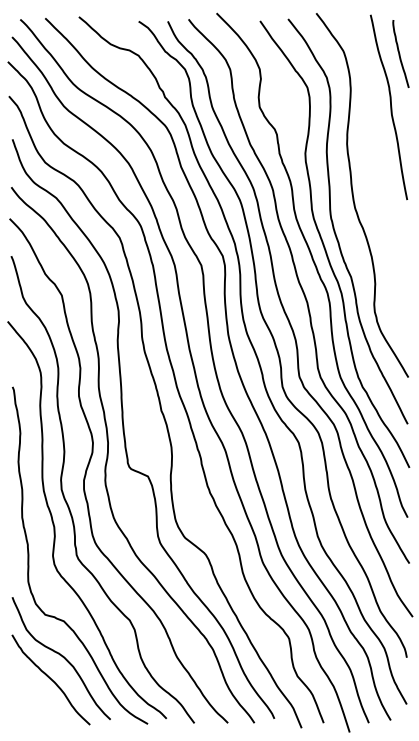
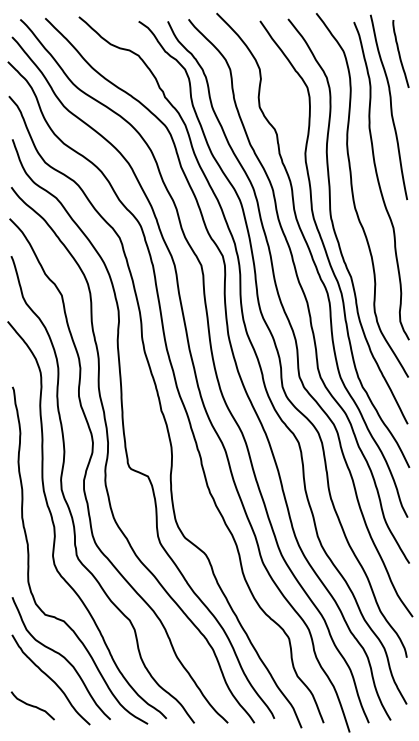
curve at (379, 180): none -> present
curve at (32, 705): none -> present
